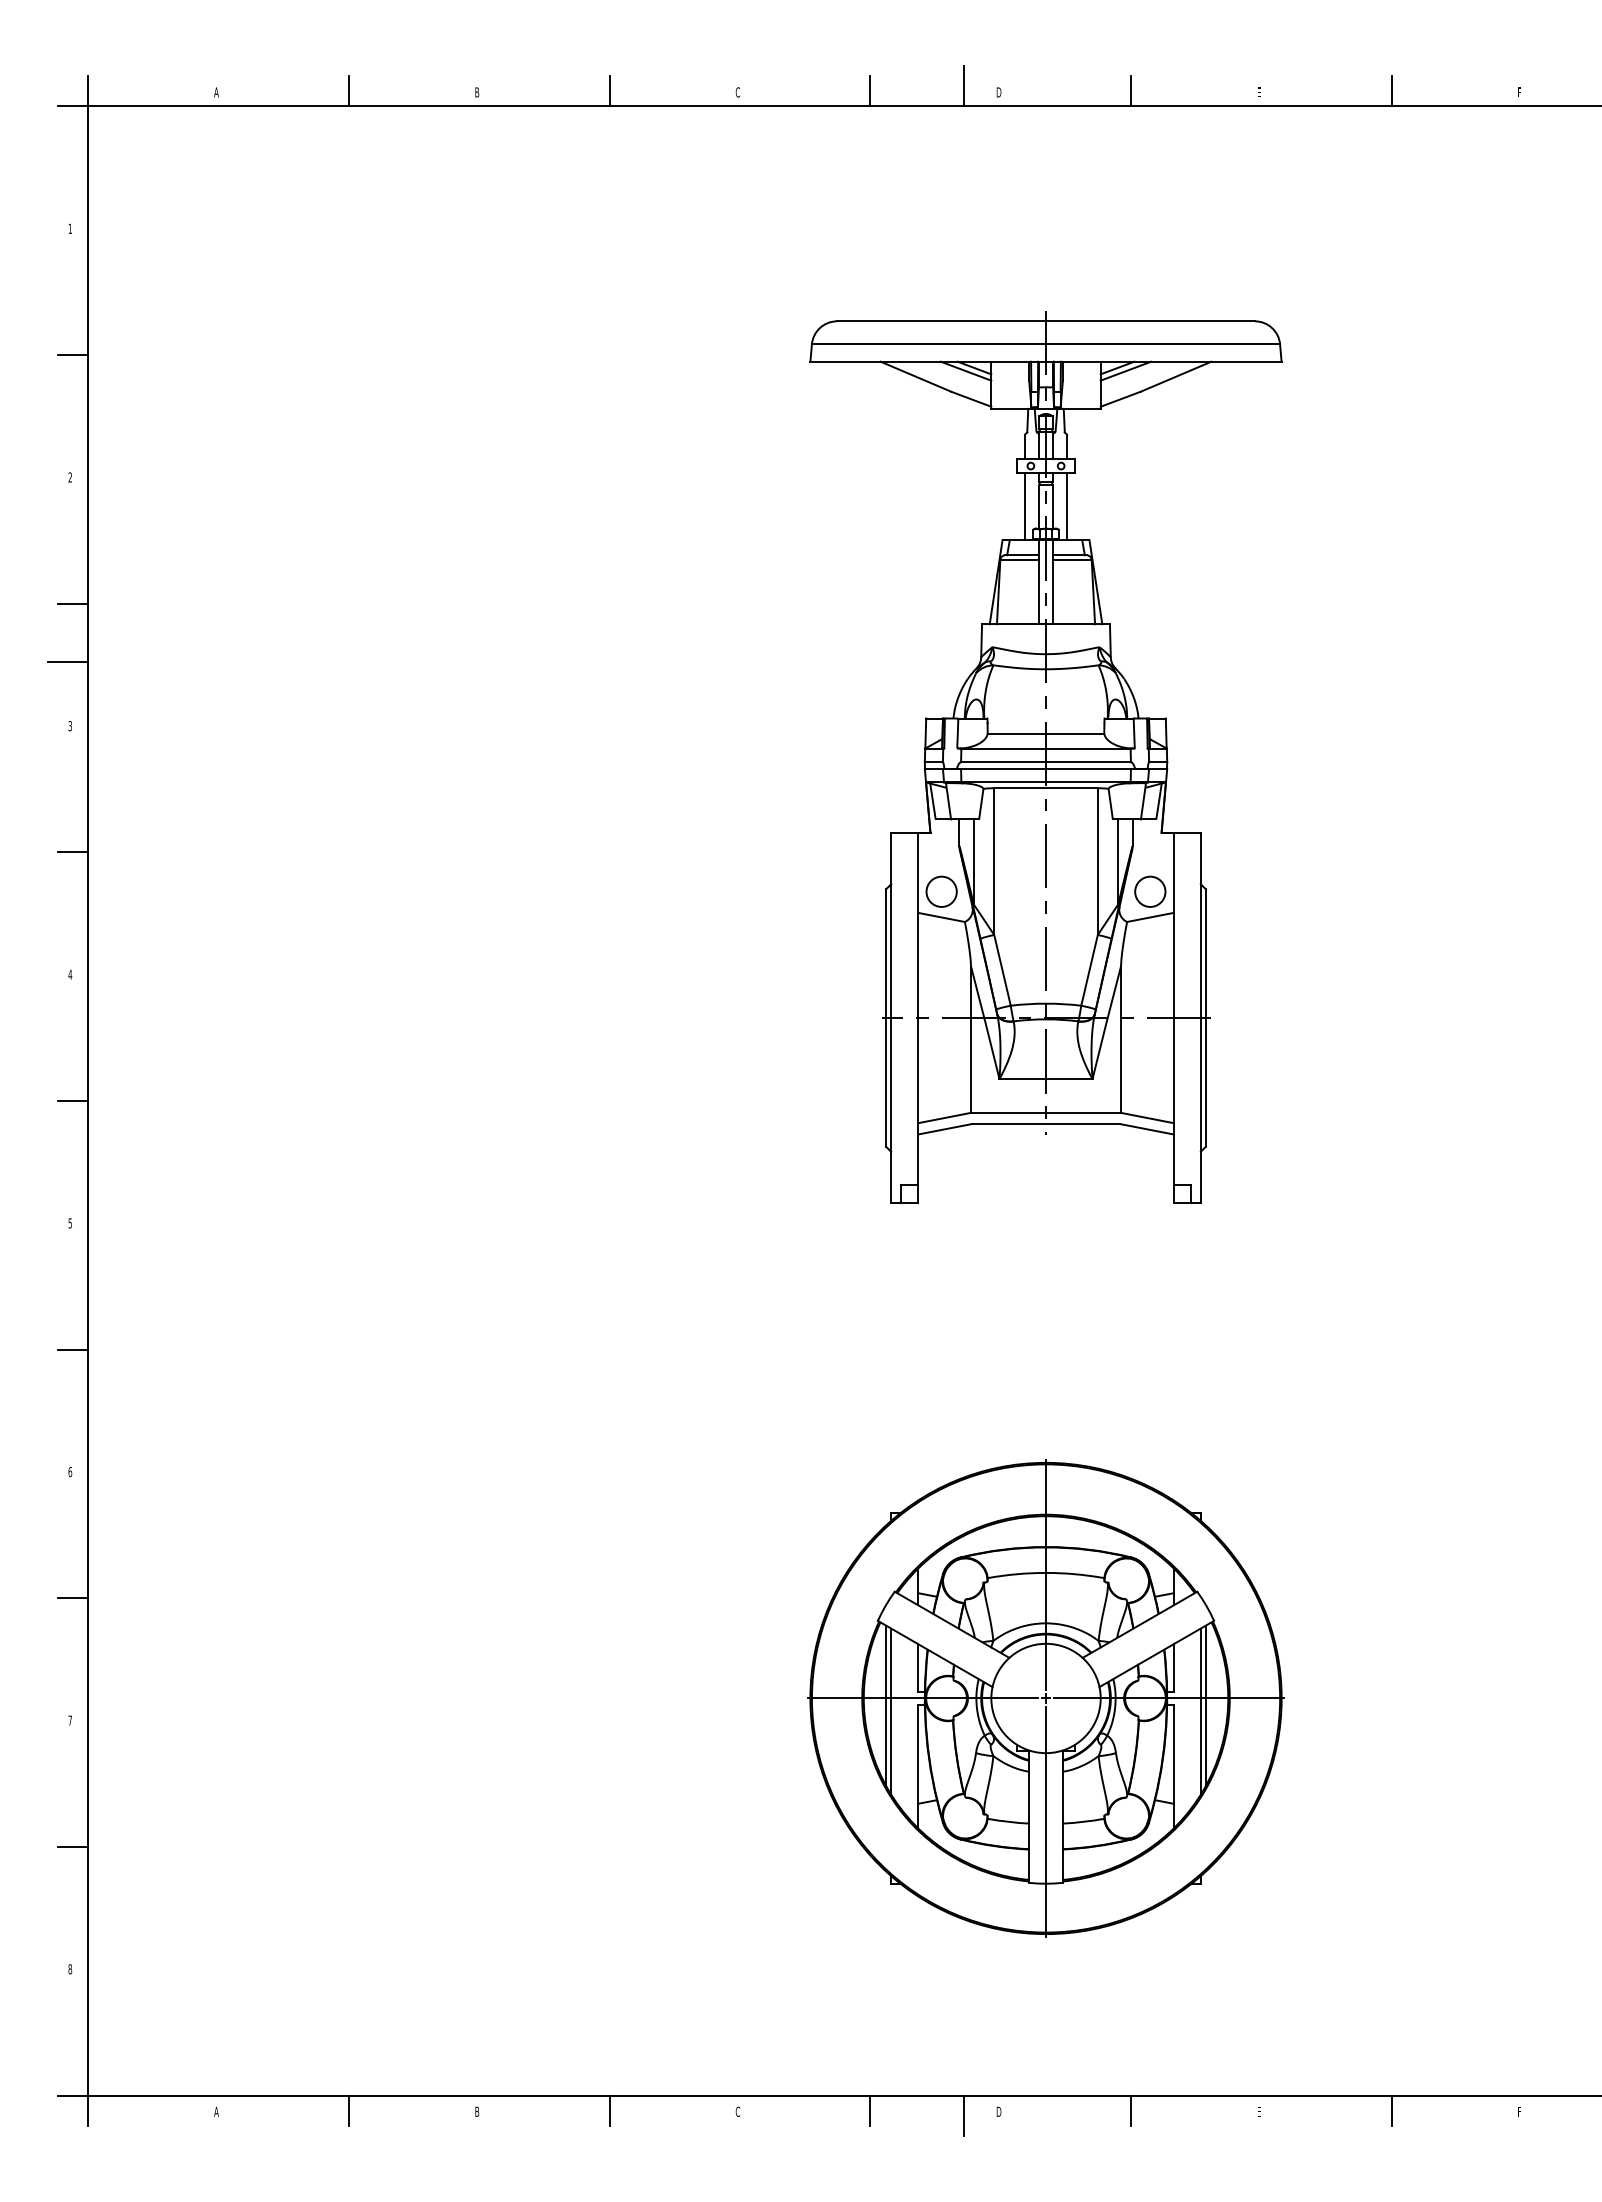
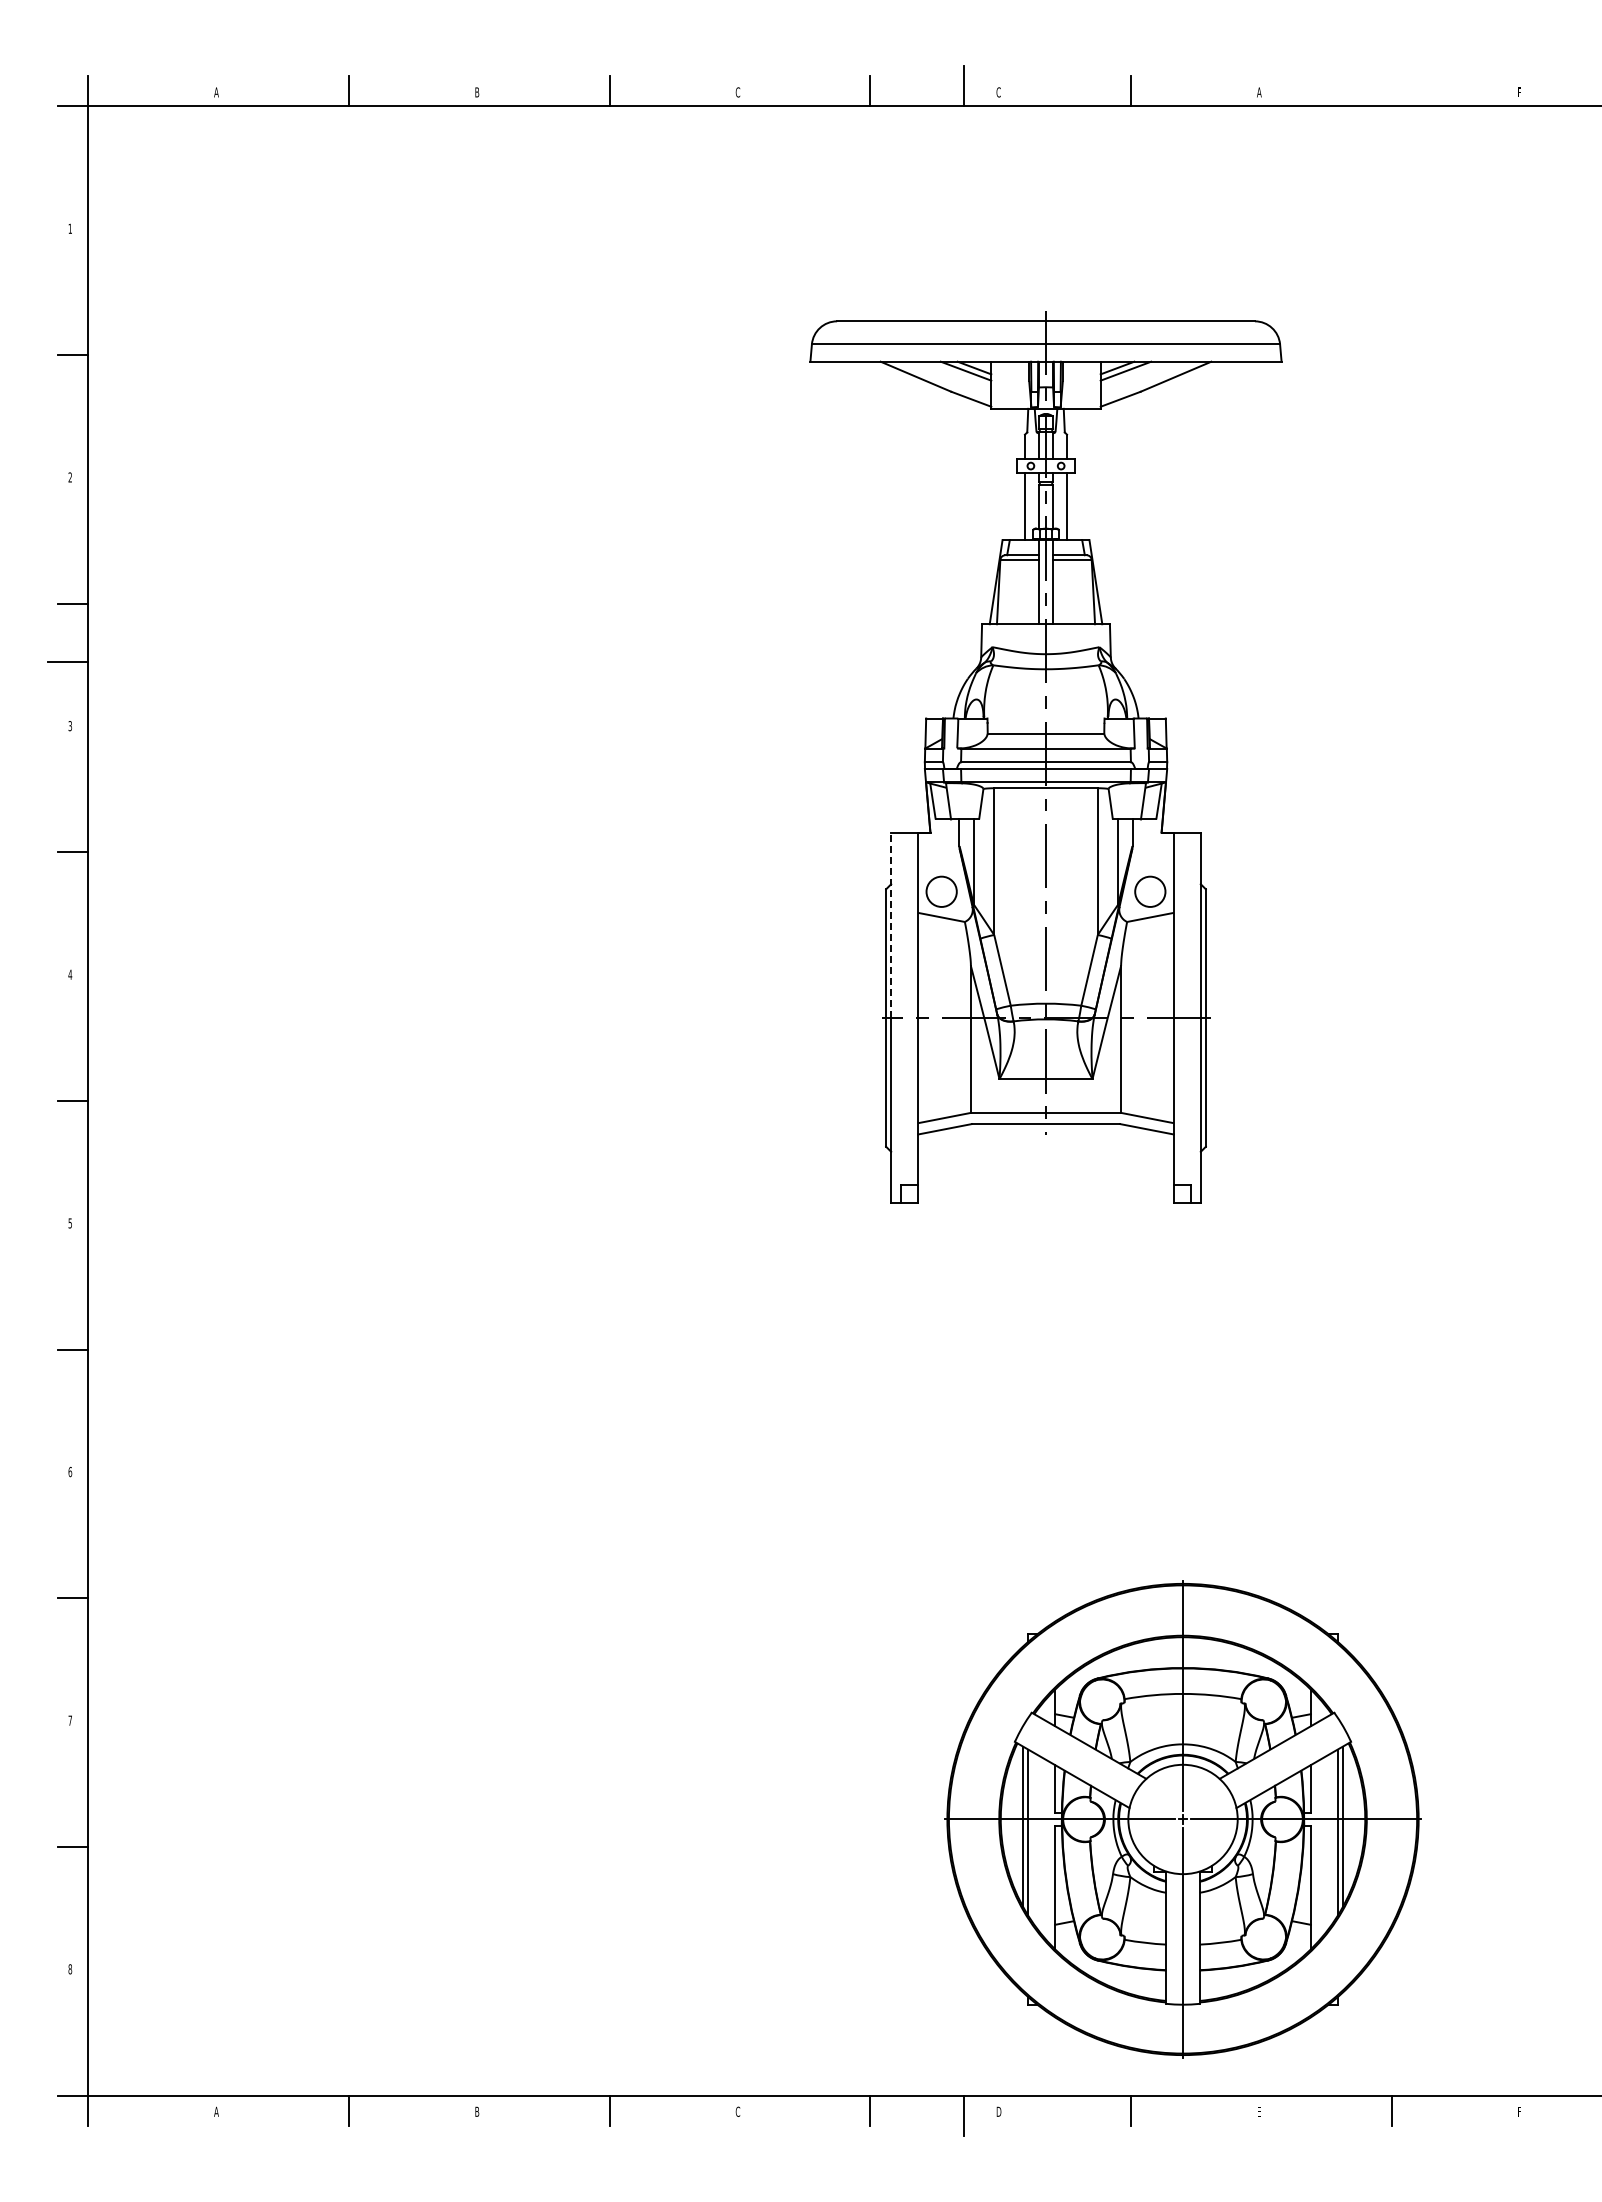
line at (1391, 91): present -> none
text at (998, 92): D -> C
text at (1259, 92): E -> A
line at (891, 925): solid -> dashed
part at (1045, 1698) position: (1045, 1698) -> (1182, 1819)
